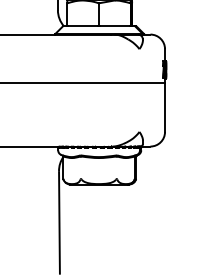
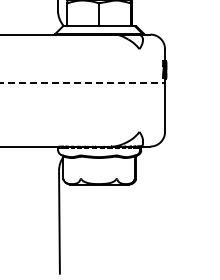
line at (83, 83): solid -> dashed
